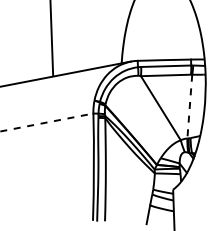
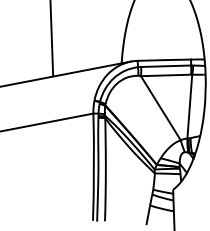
line at (189, 106): dashed -> solid
line at (47, 122): dashed -> solid
